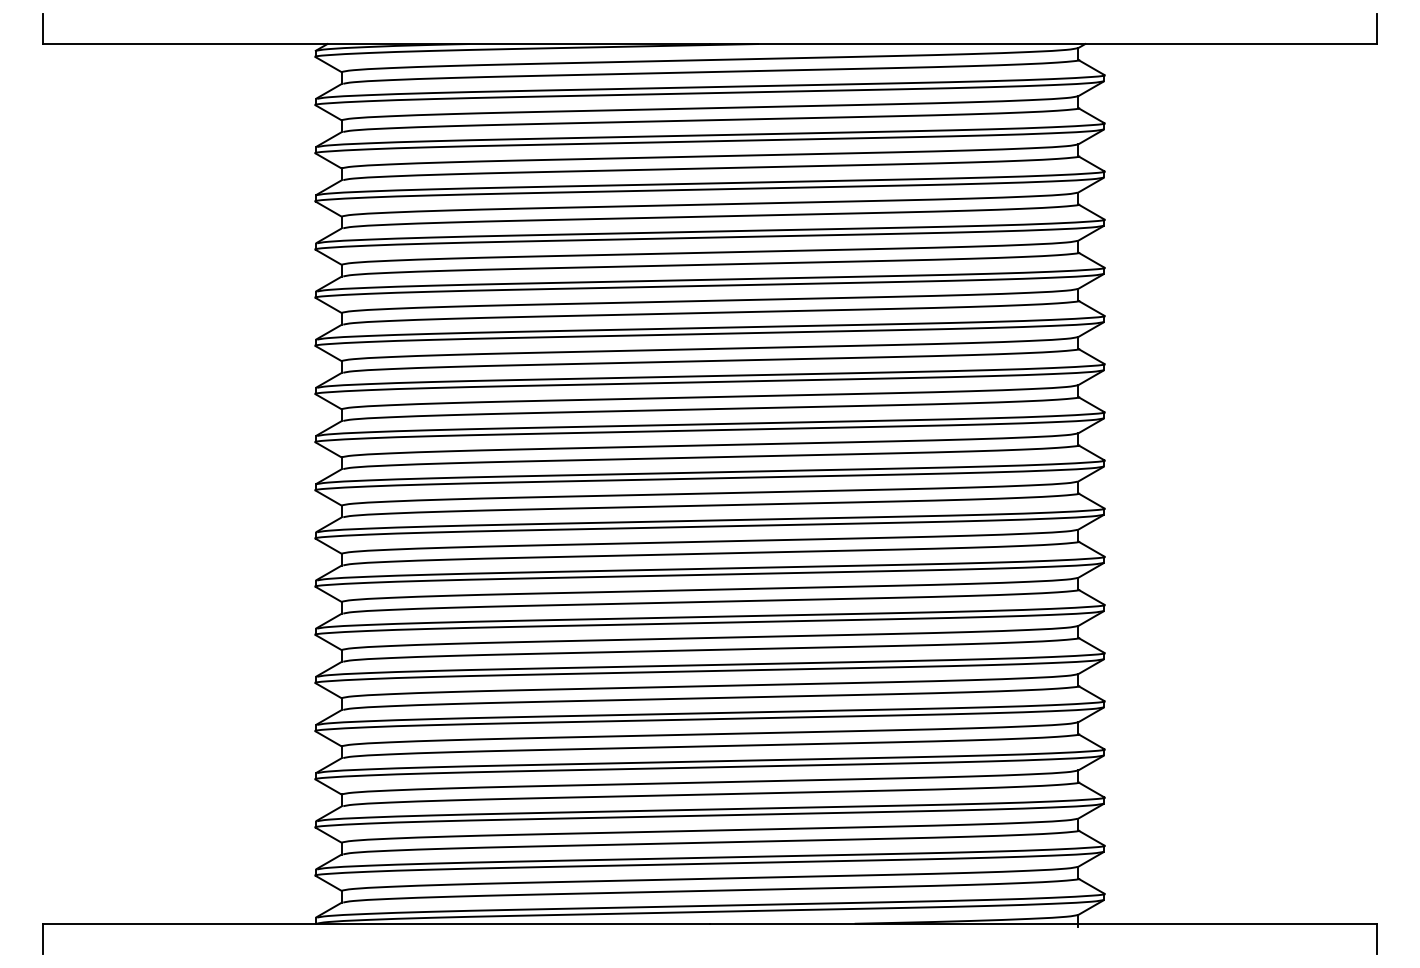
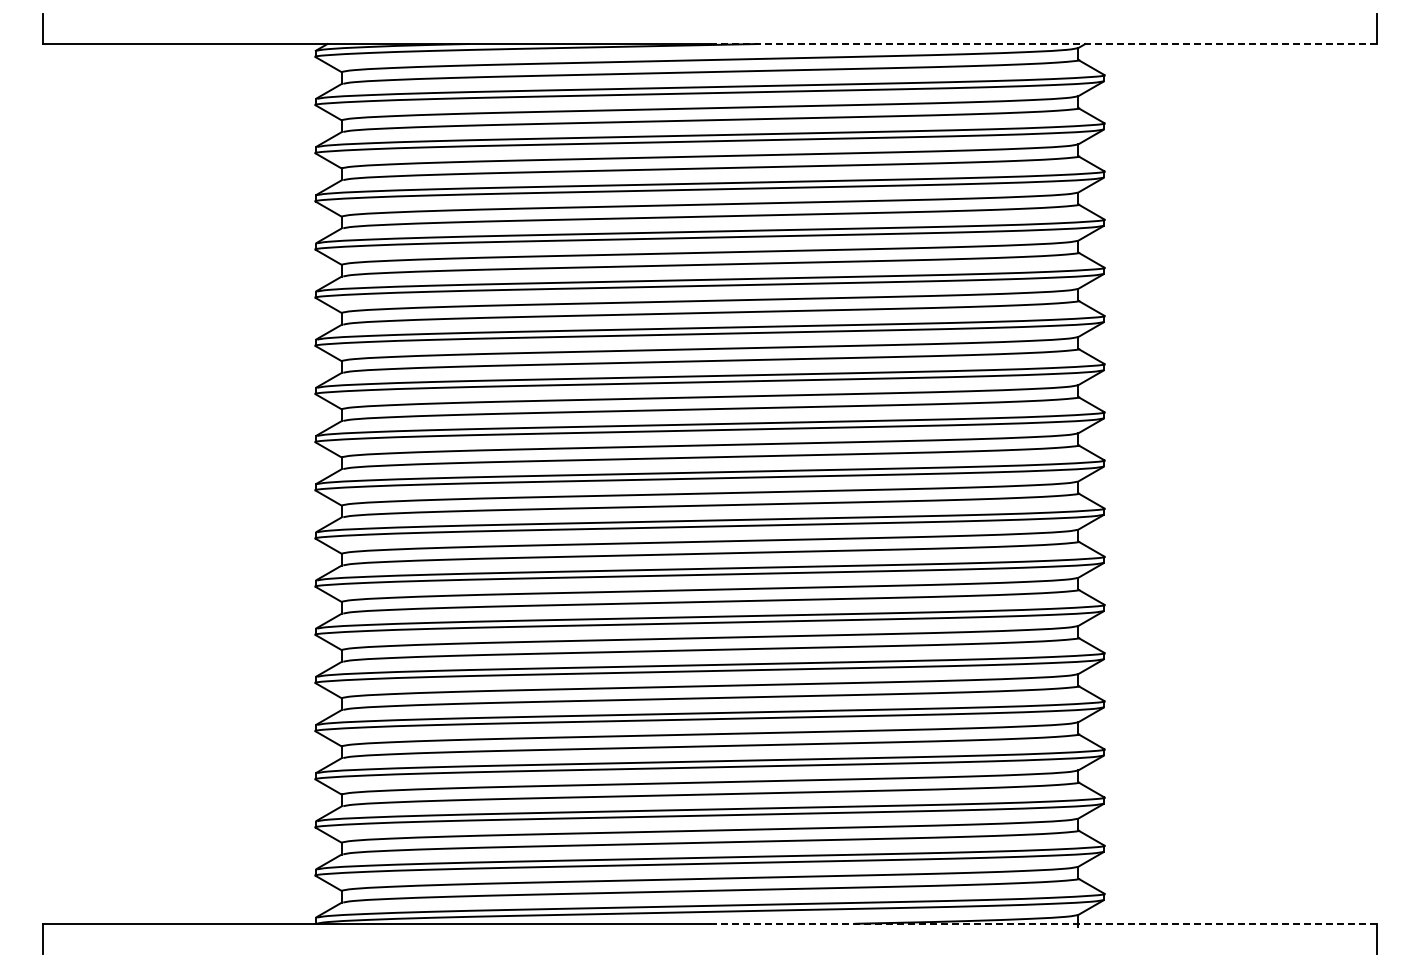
line at (1043, 44): solid -> dashed
line at (1043, 923): solid -> dashed
